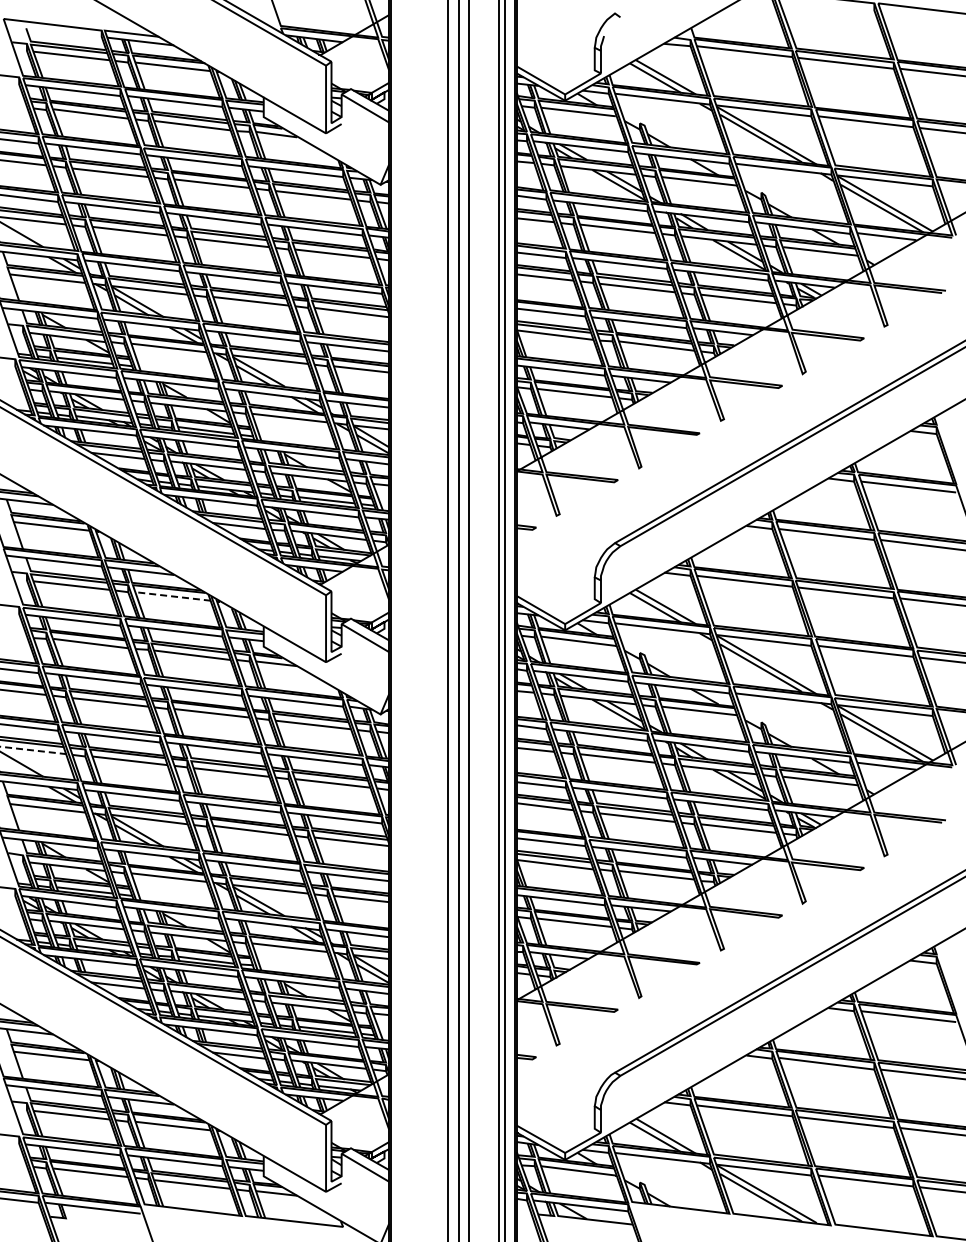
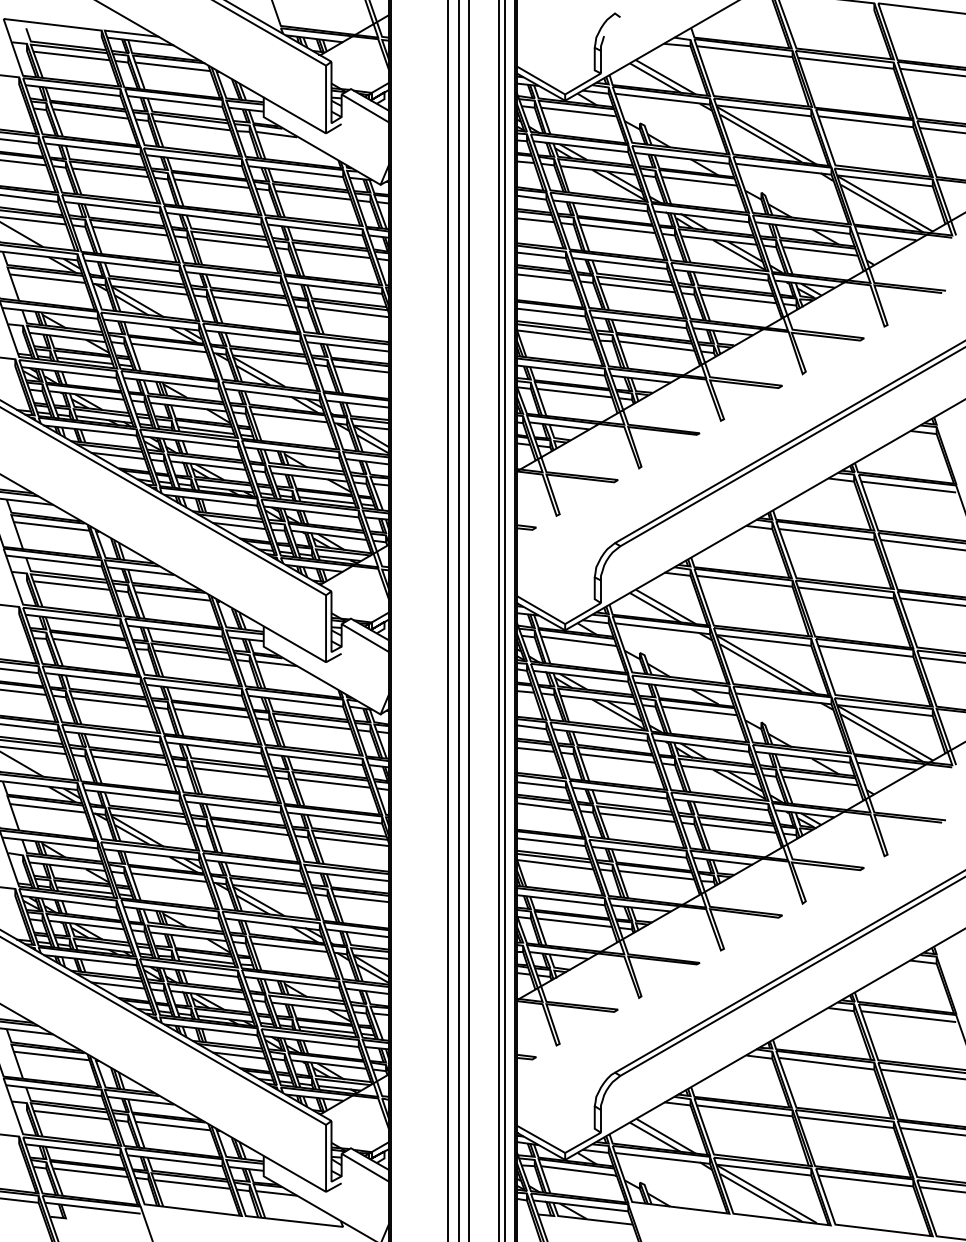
line at (172, 596): dashed -> solid
line at (33, 750): dashed -> solid
